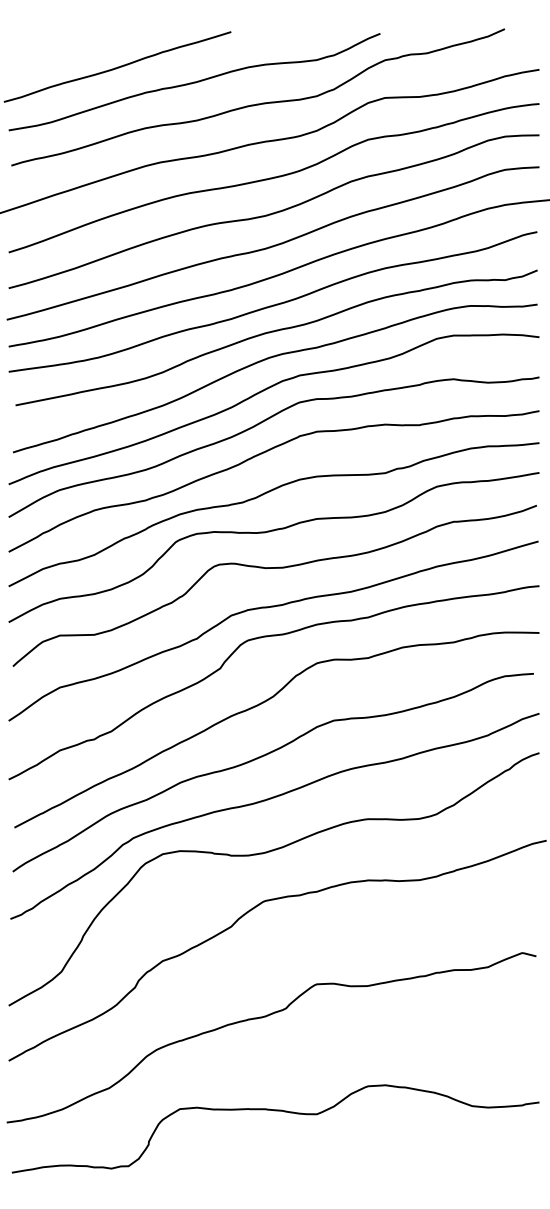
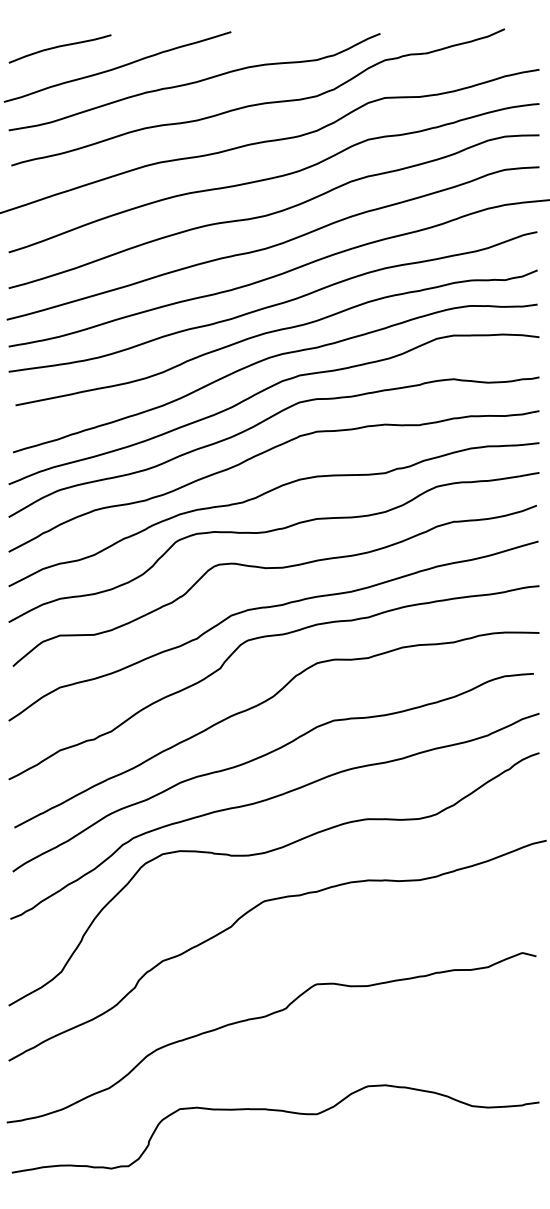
curve at (59, 47): none -> present
